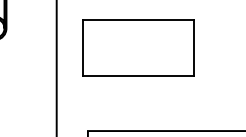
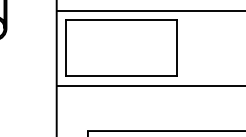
line at (149, 10): none -> present
part at (138, 47) position: (138, 47) -> (121, 47)
line at (149, 86): none -> present
